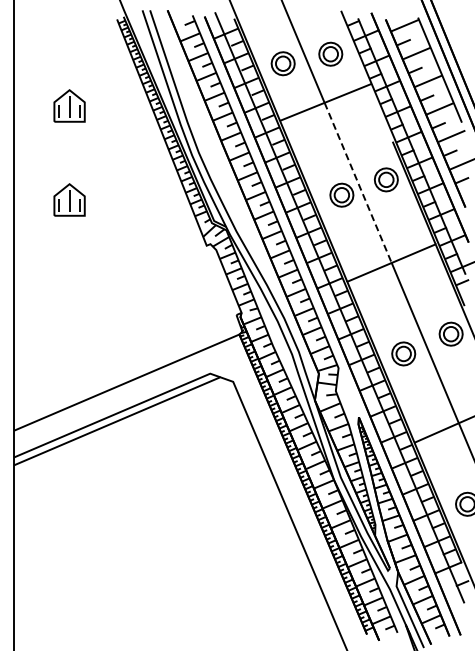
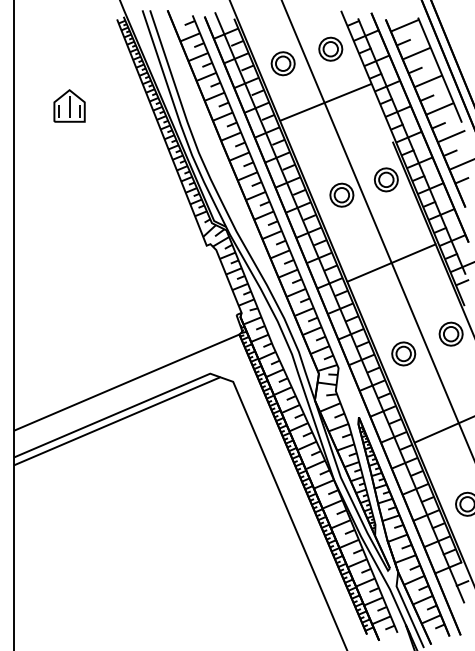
part at (330, 53) position: (330, 53) -> (330, 48)
line at (358, 182): dashed -> solid
part at (69, 199): present -> none
